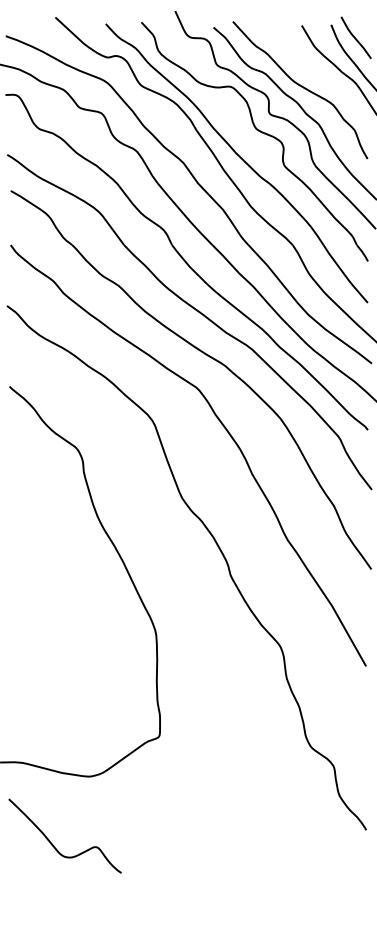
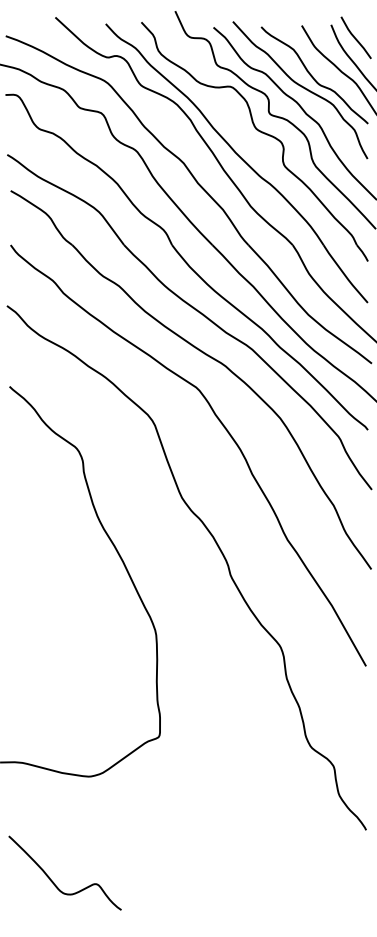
curve at (313, 76): none -> present
curve at (54, 845) position: (54, 845) -> (54, 882)
